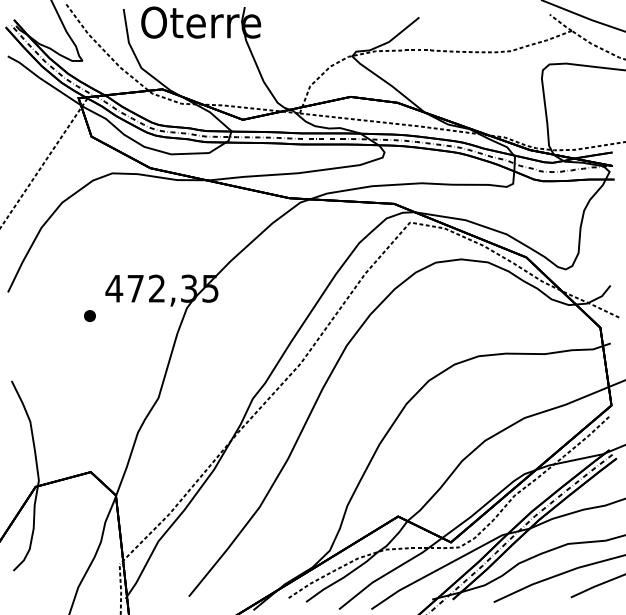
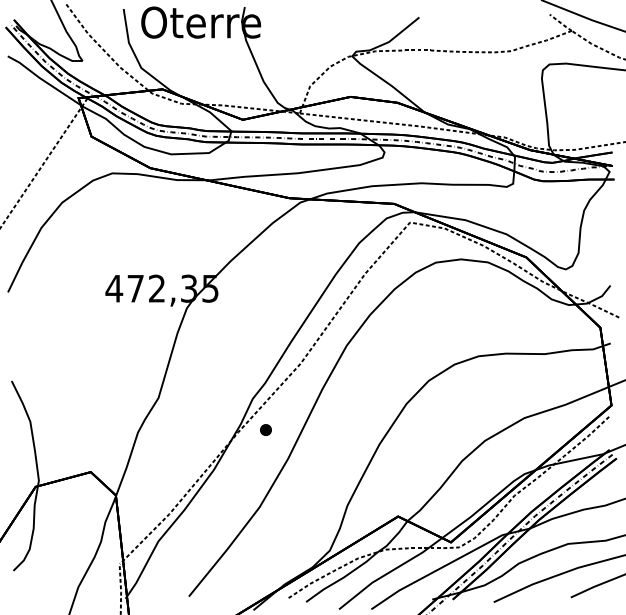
part at (89, 315) position: (89, 315) -> (265, 429)
